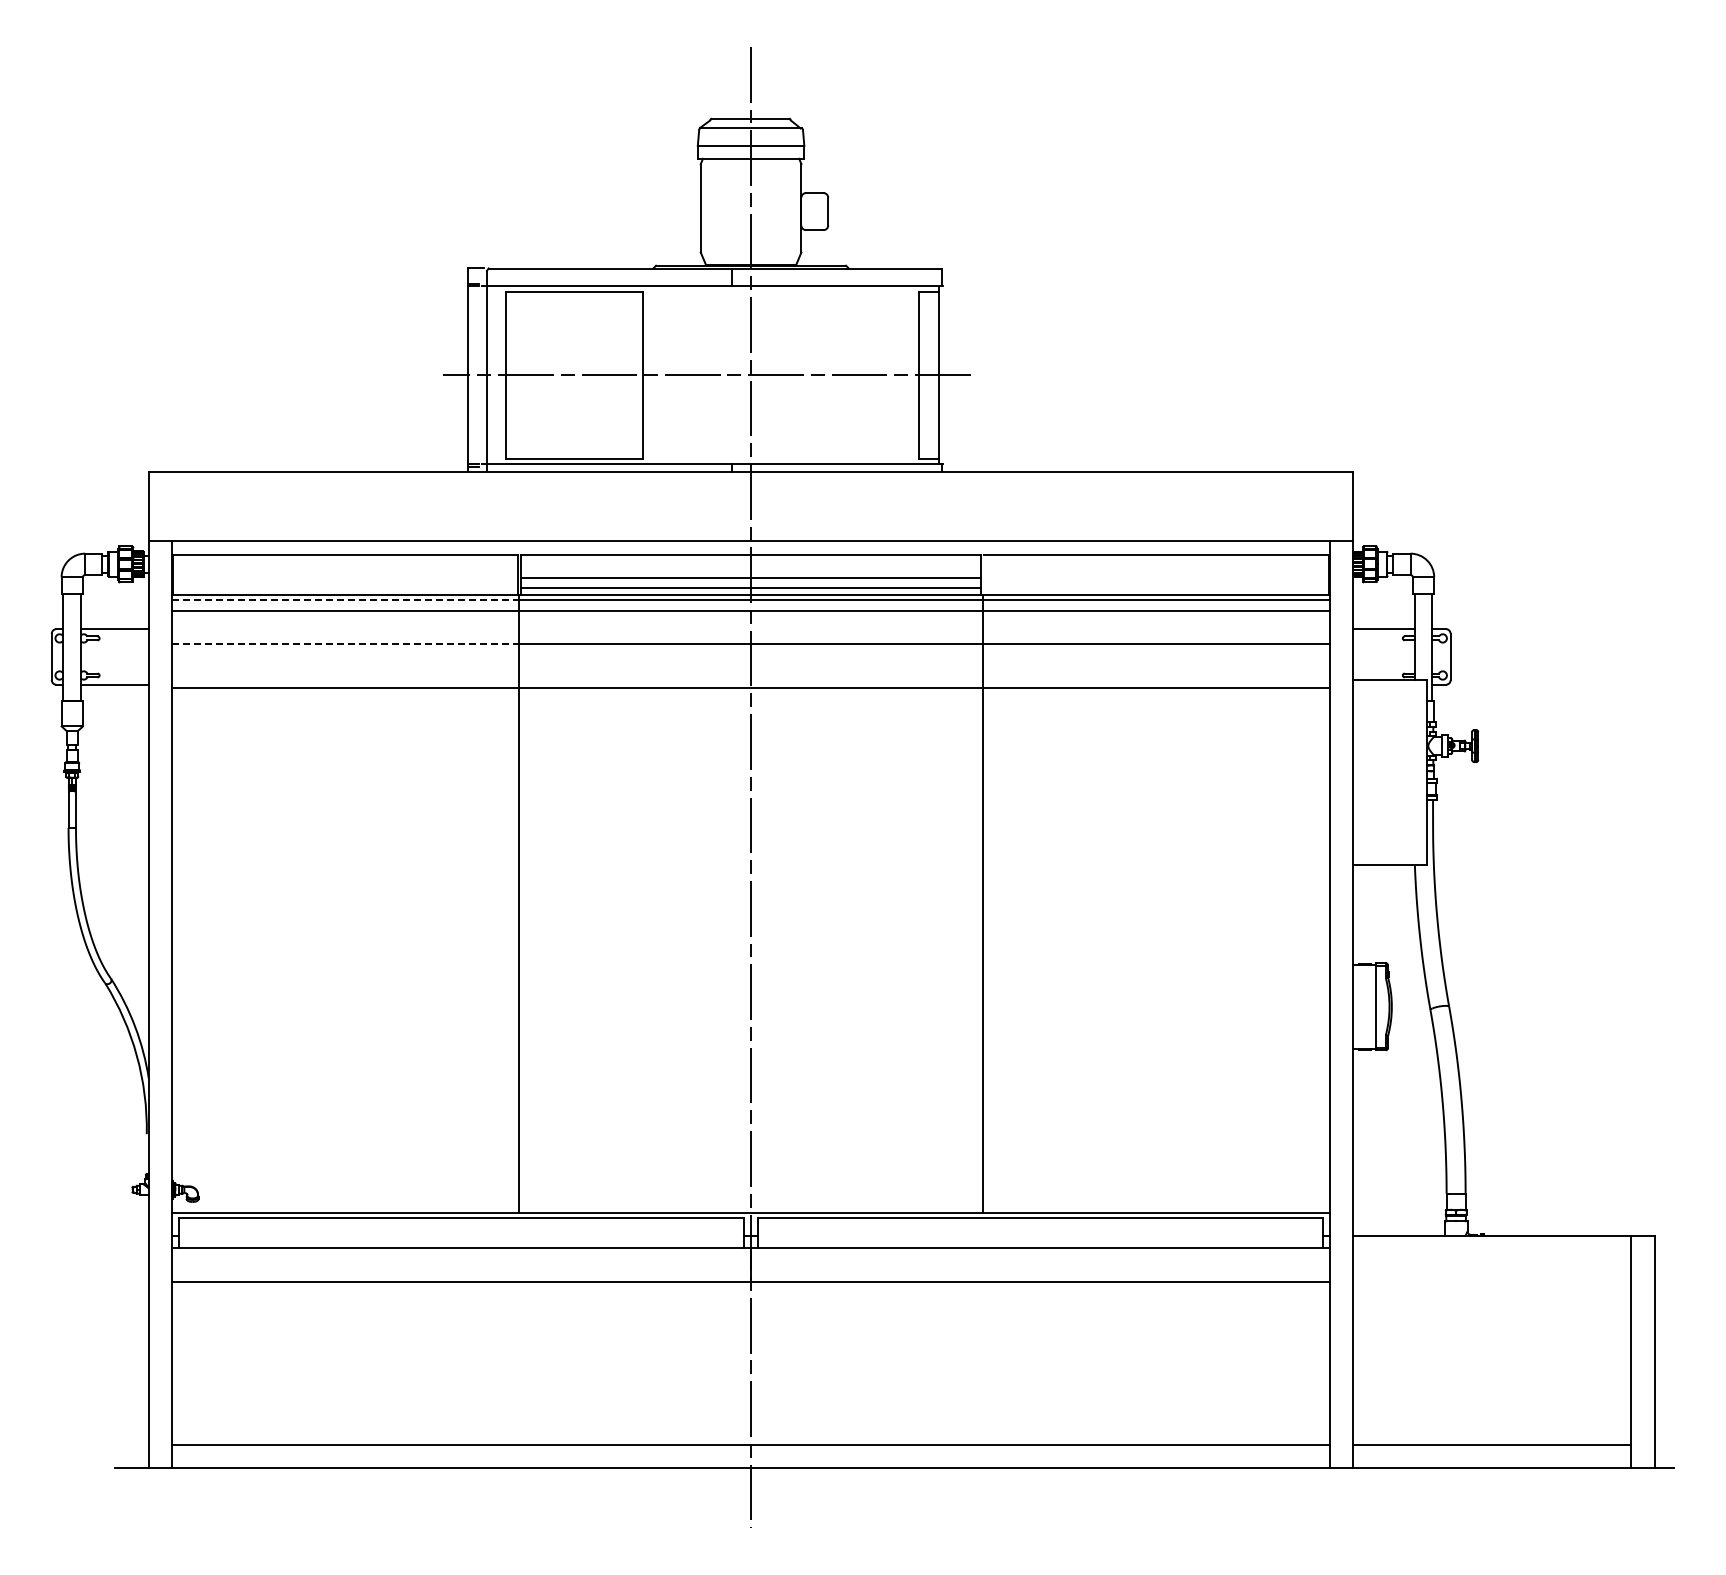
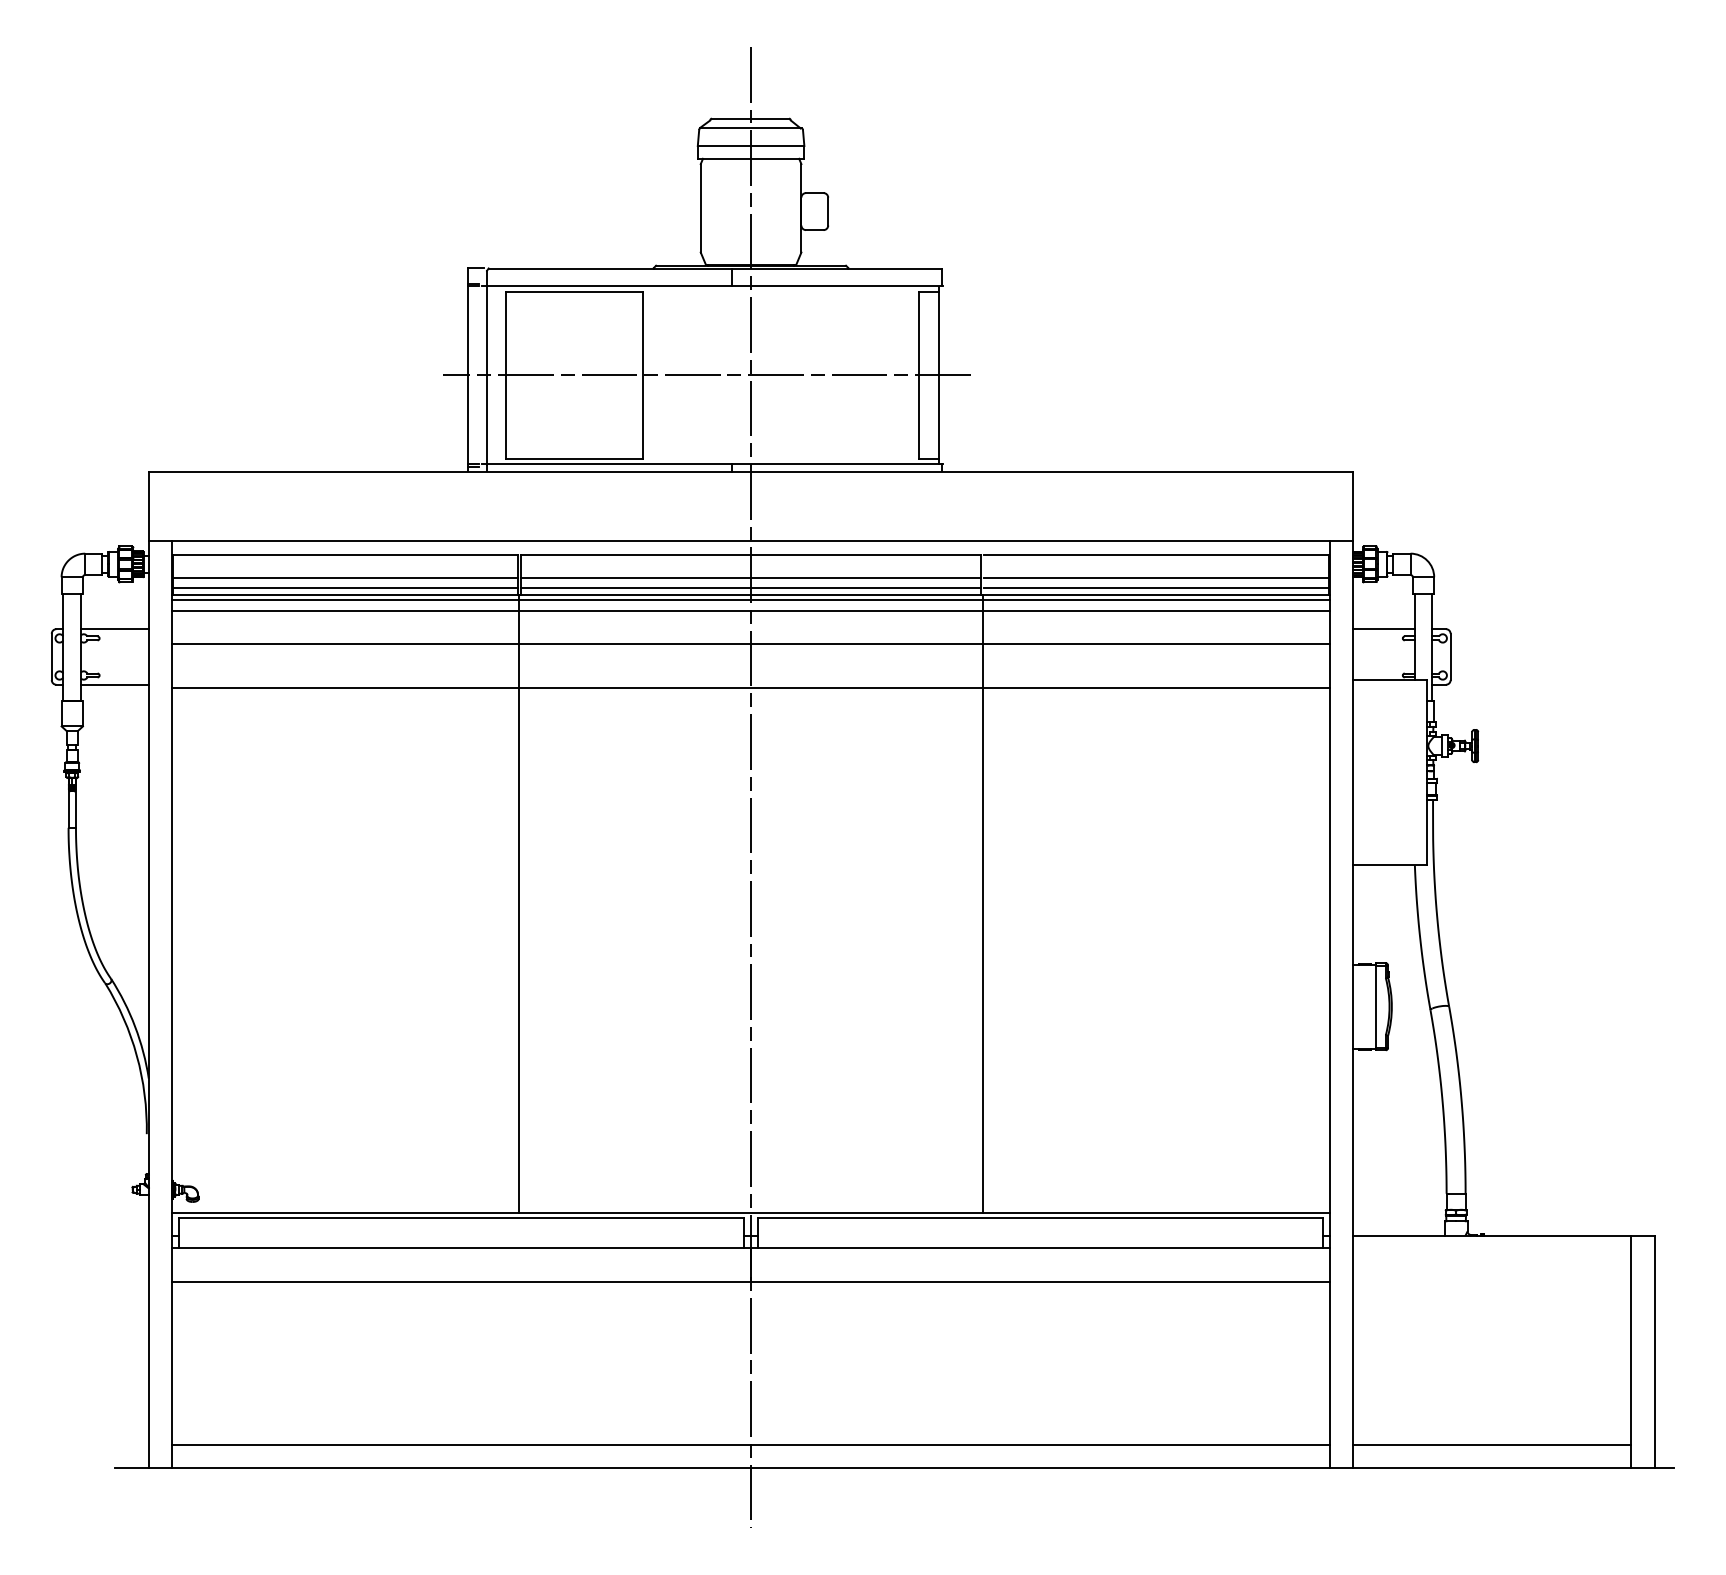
line at (345, 578): none -> present
line at (1156, 578): none -> present
line at (345, 587): none -> present
line at (1156, 587): none -> present
line at (345, 599): dashed -> solid
line at (345, 643): dashed -> solid
